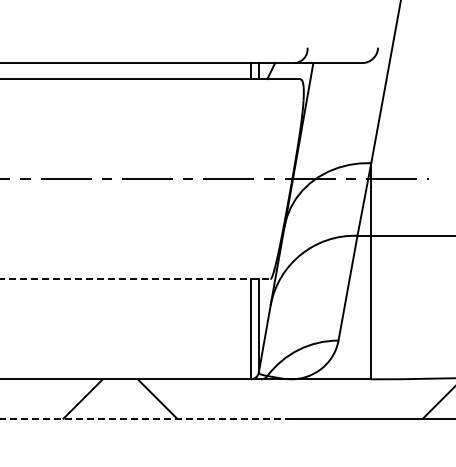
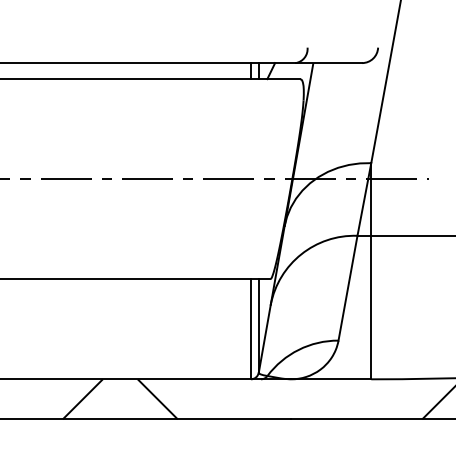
line at (135, 279): dashed -> solid
line at (146, 419): dashed -> solid
